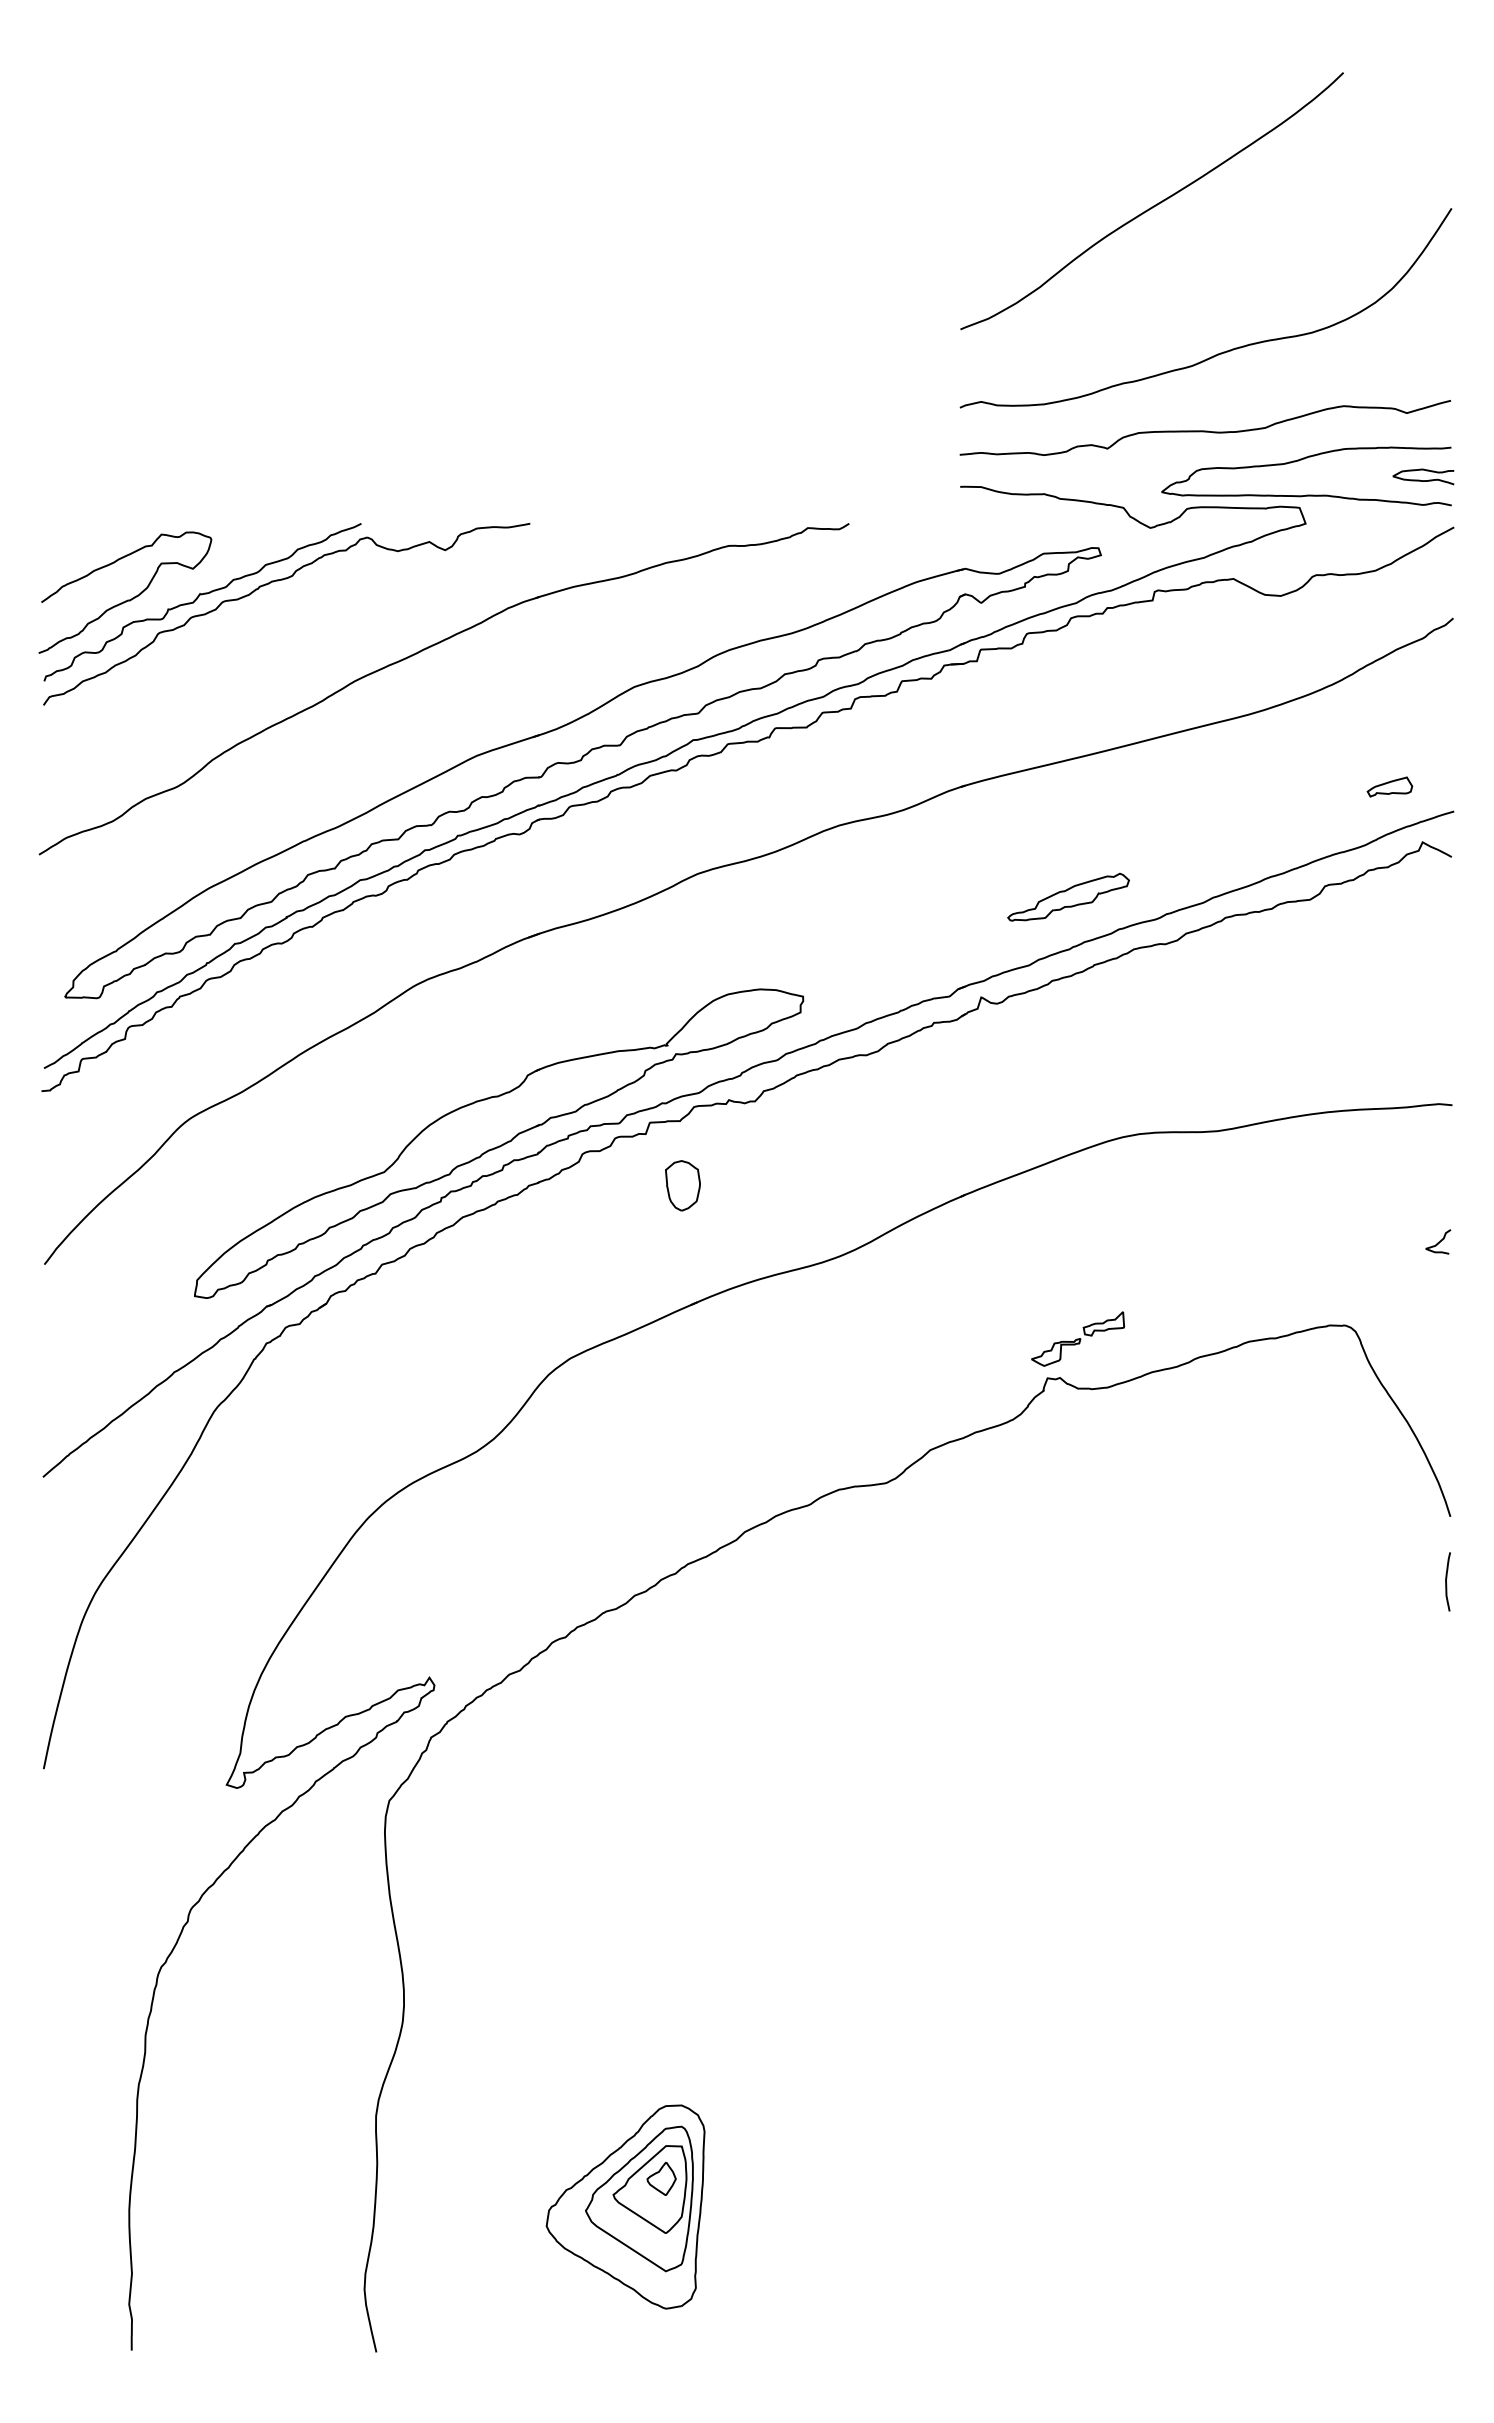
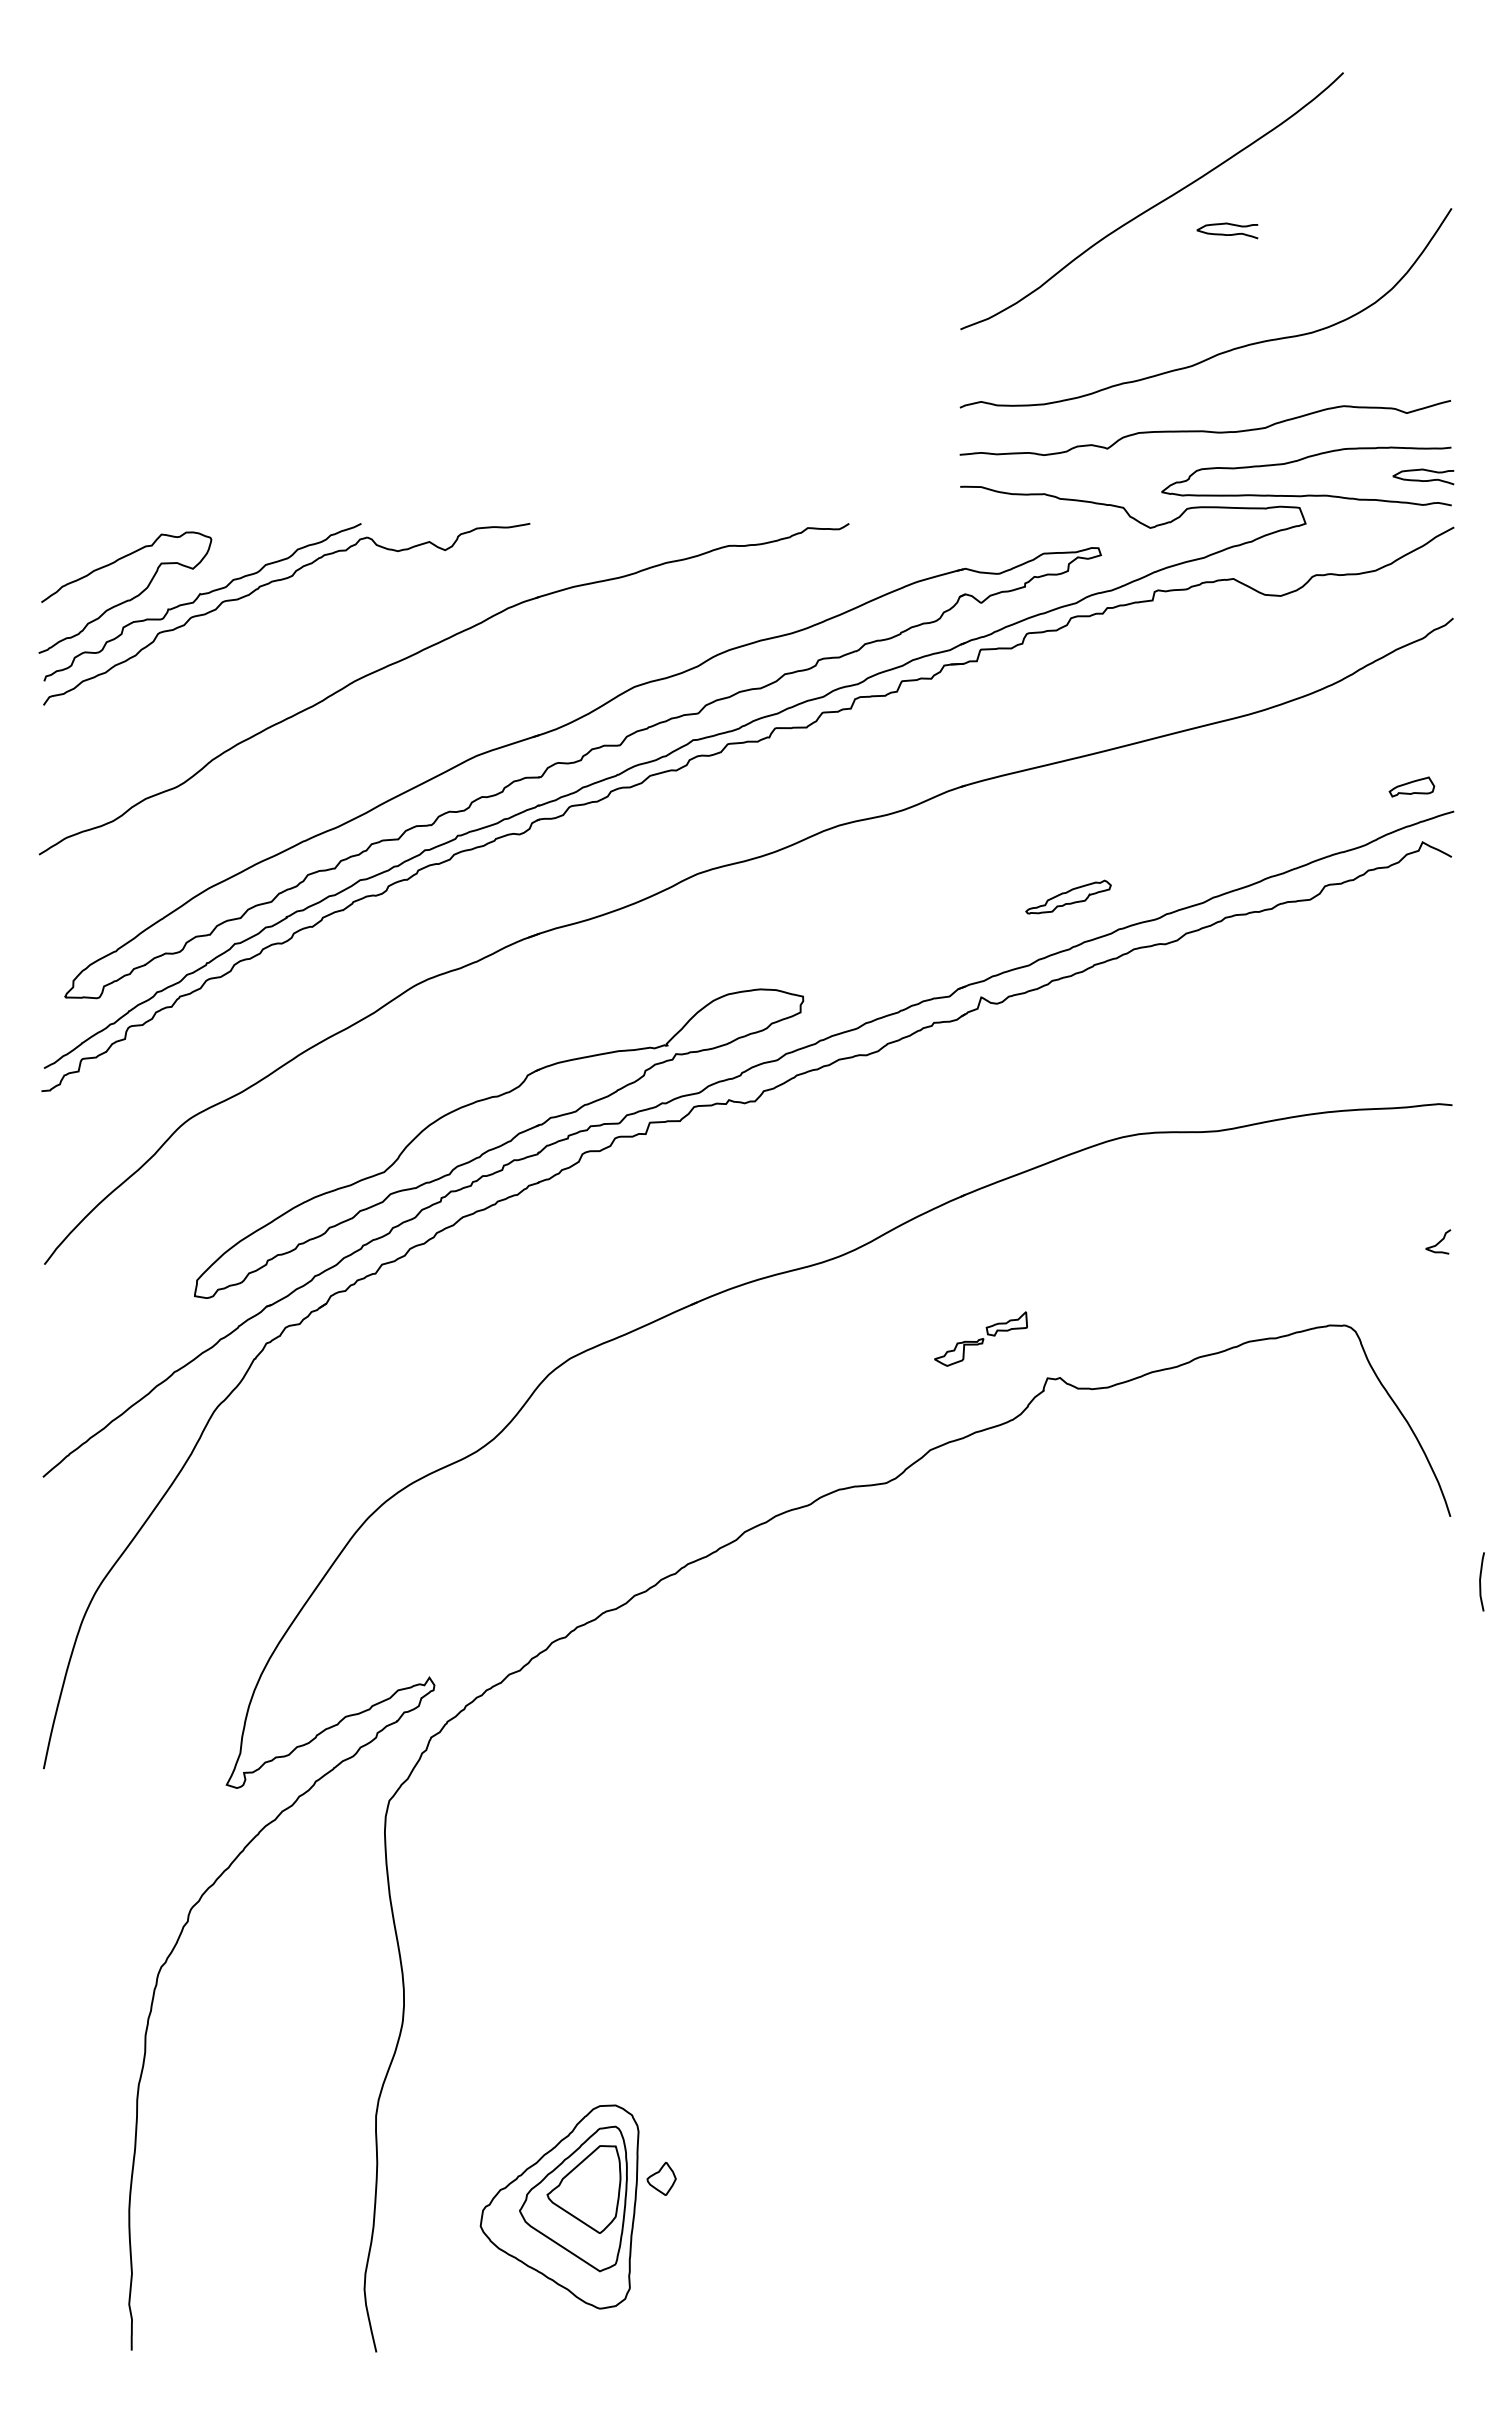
curve at (1227, 234): none -> present
part at (1389, 786) position: (1389, 786) -> (1411, 786)
part at (1068, 896) size: 123x50 px -> 87x36 px
part at (682, 1185): present -> none
part at (1077, 1338) position: (1077, 1338) -> (980, 1338)
curve at (1446, 1581) position: (1446, 1581) -> (1480, 1581)
part at (625, 2206) position: (625, 2206) -> (559, 2206)
